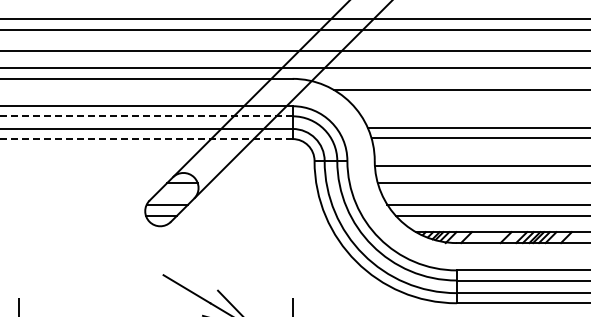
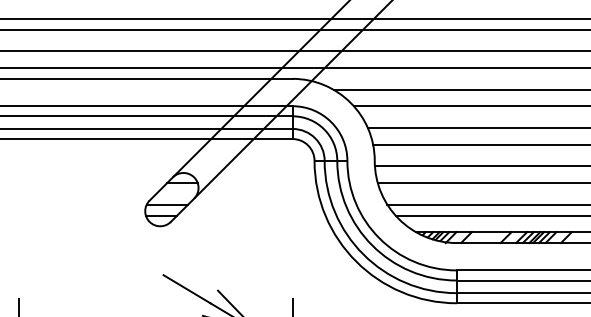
line at (470, 106): none -> present
line at (145, 116): dashed -> solid
line at (480, 137) position: (480, 137) -> (480, 144)
line at (145, 139): dashed -> solid
